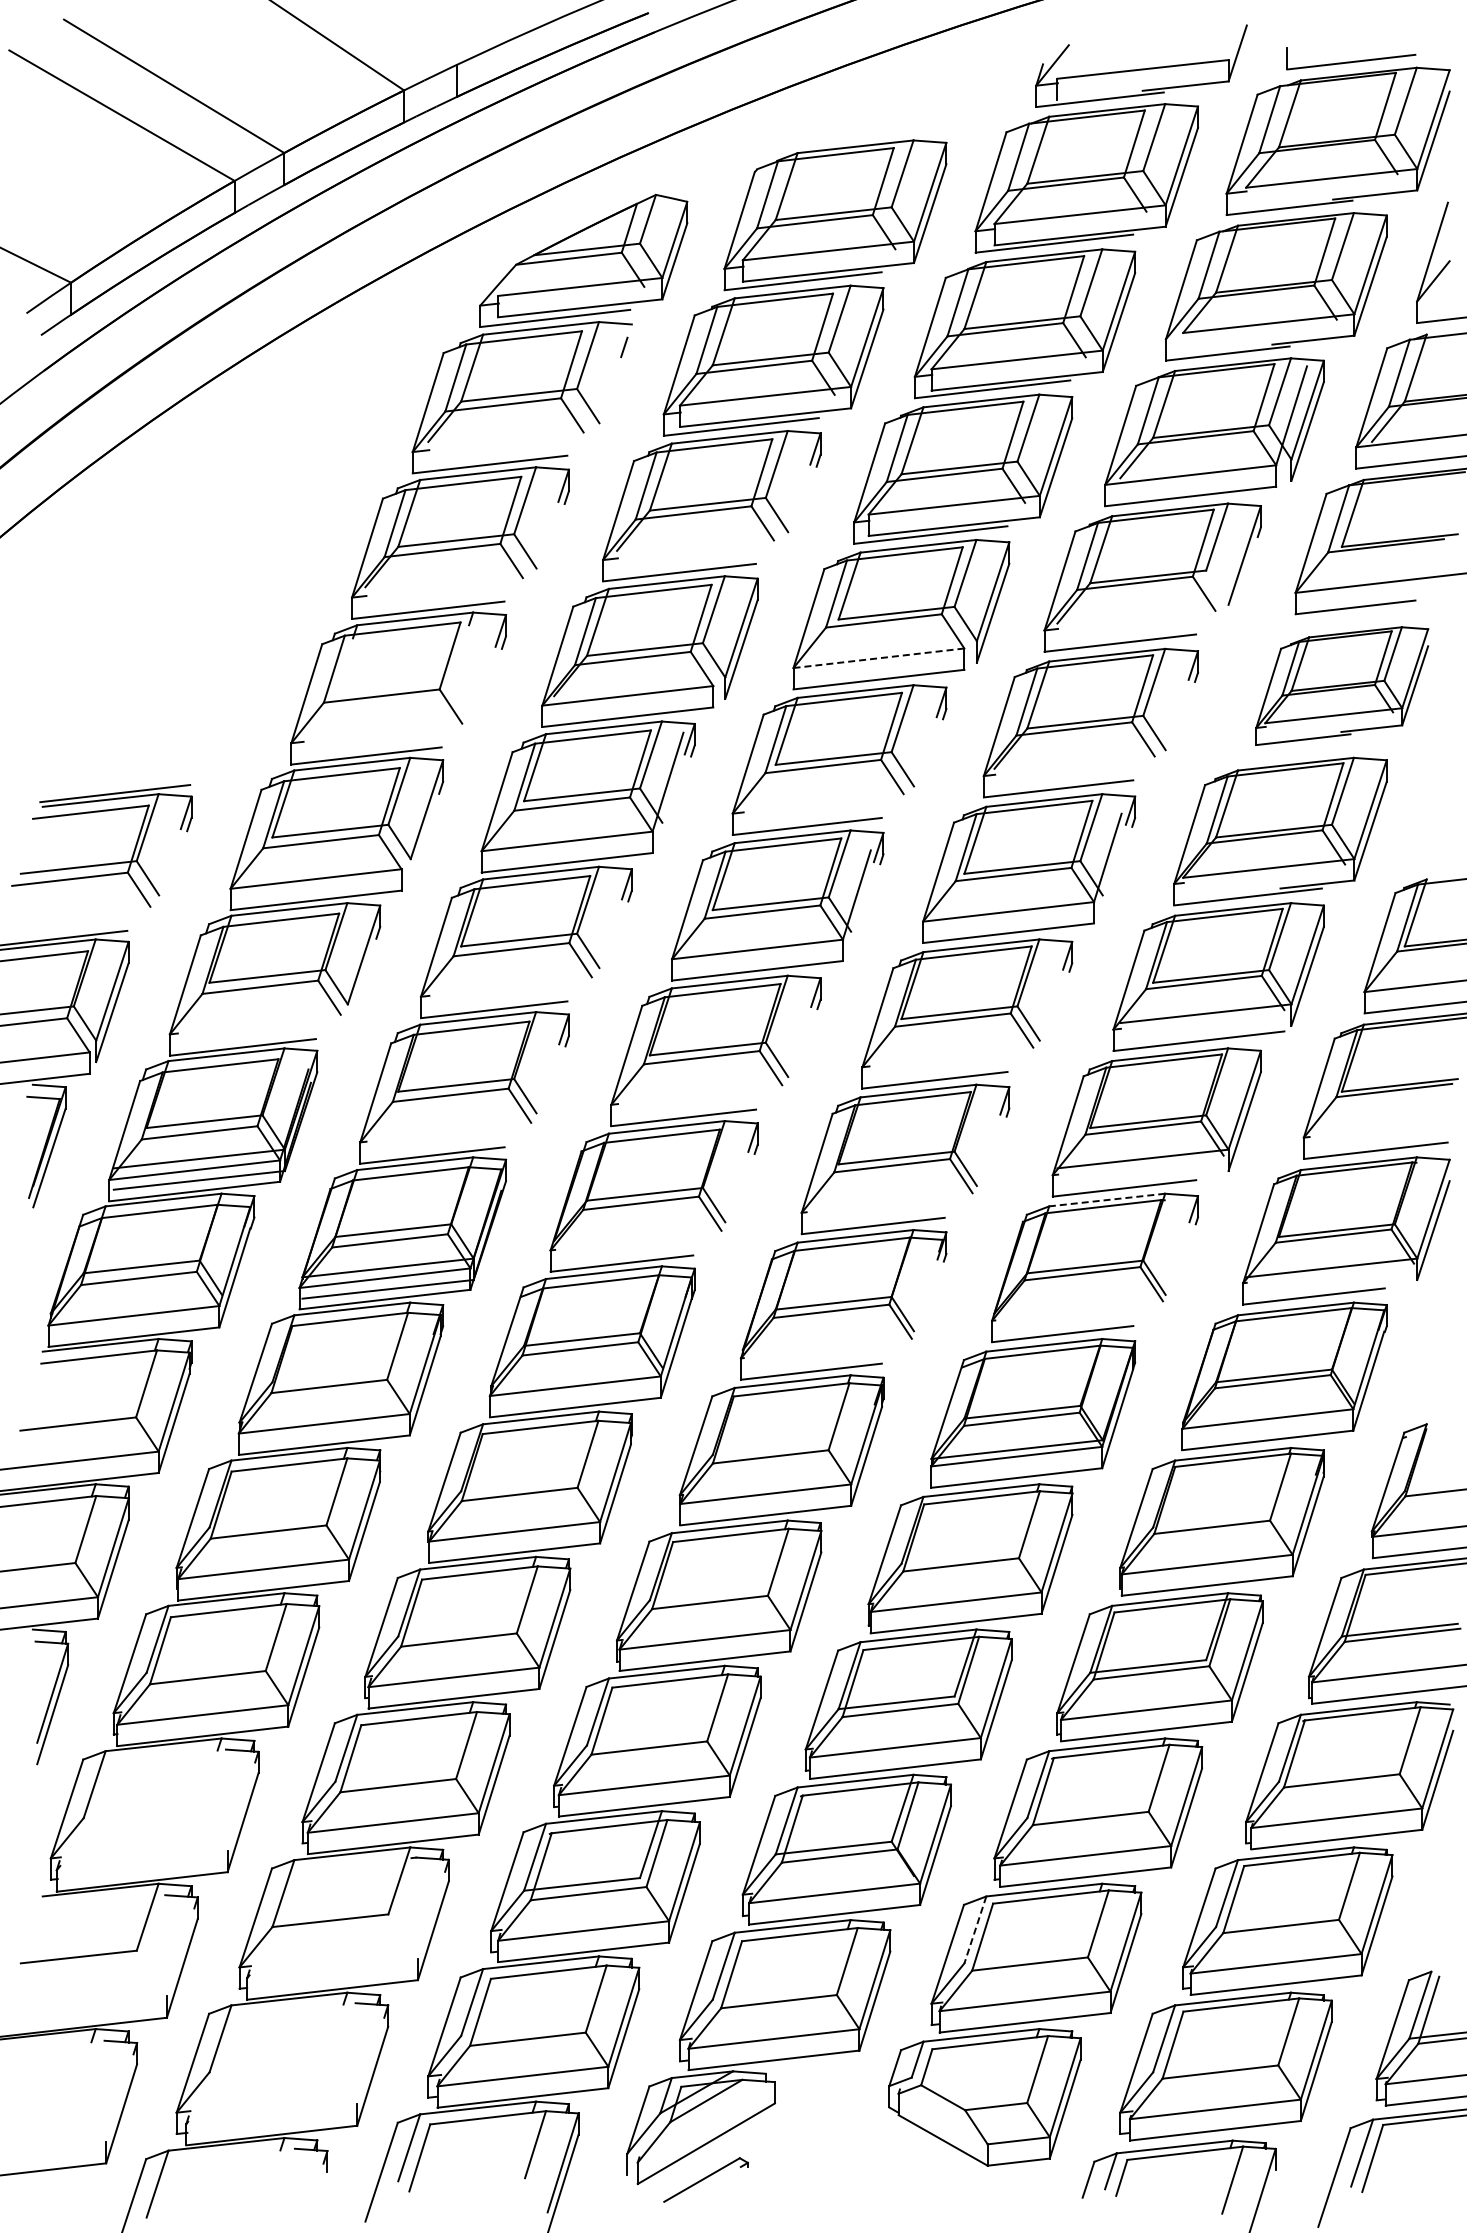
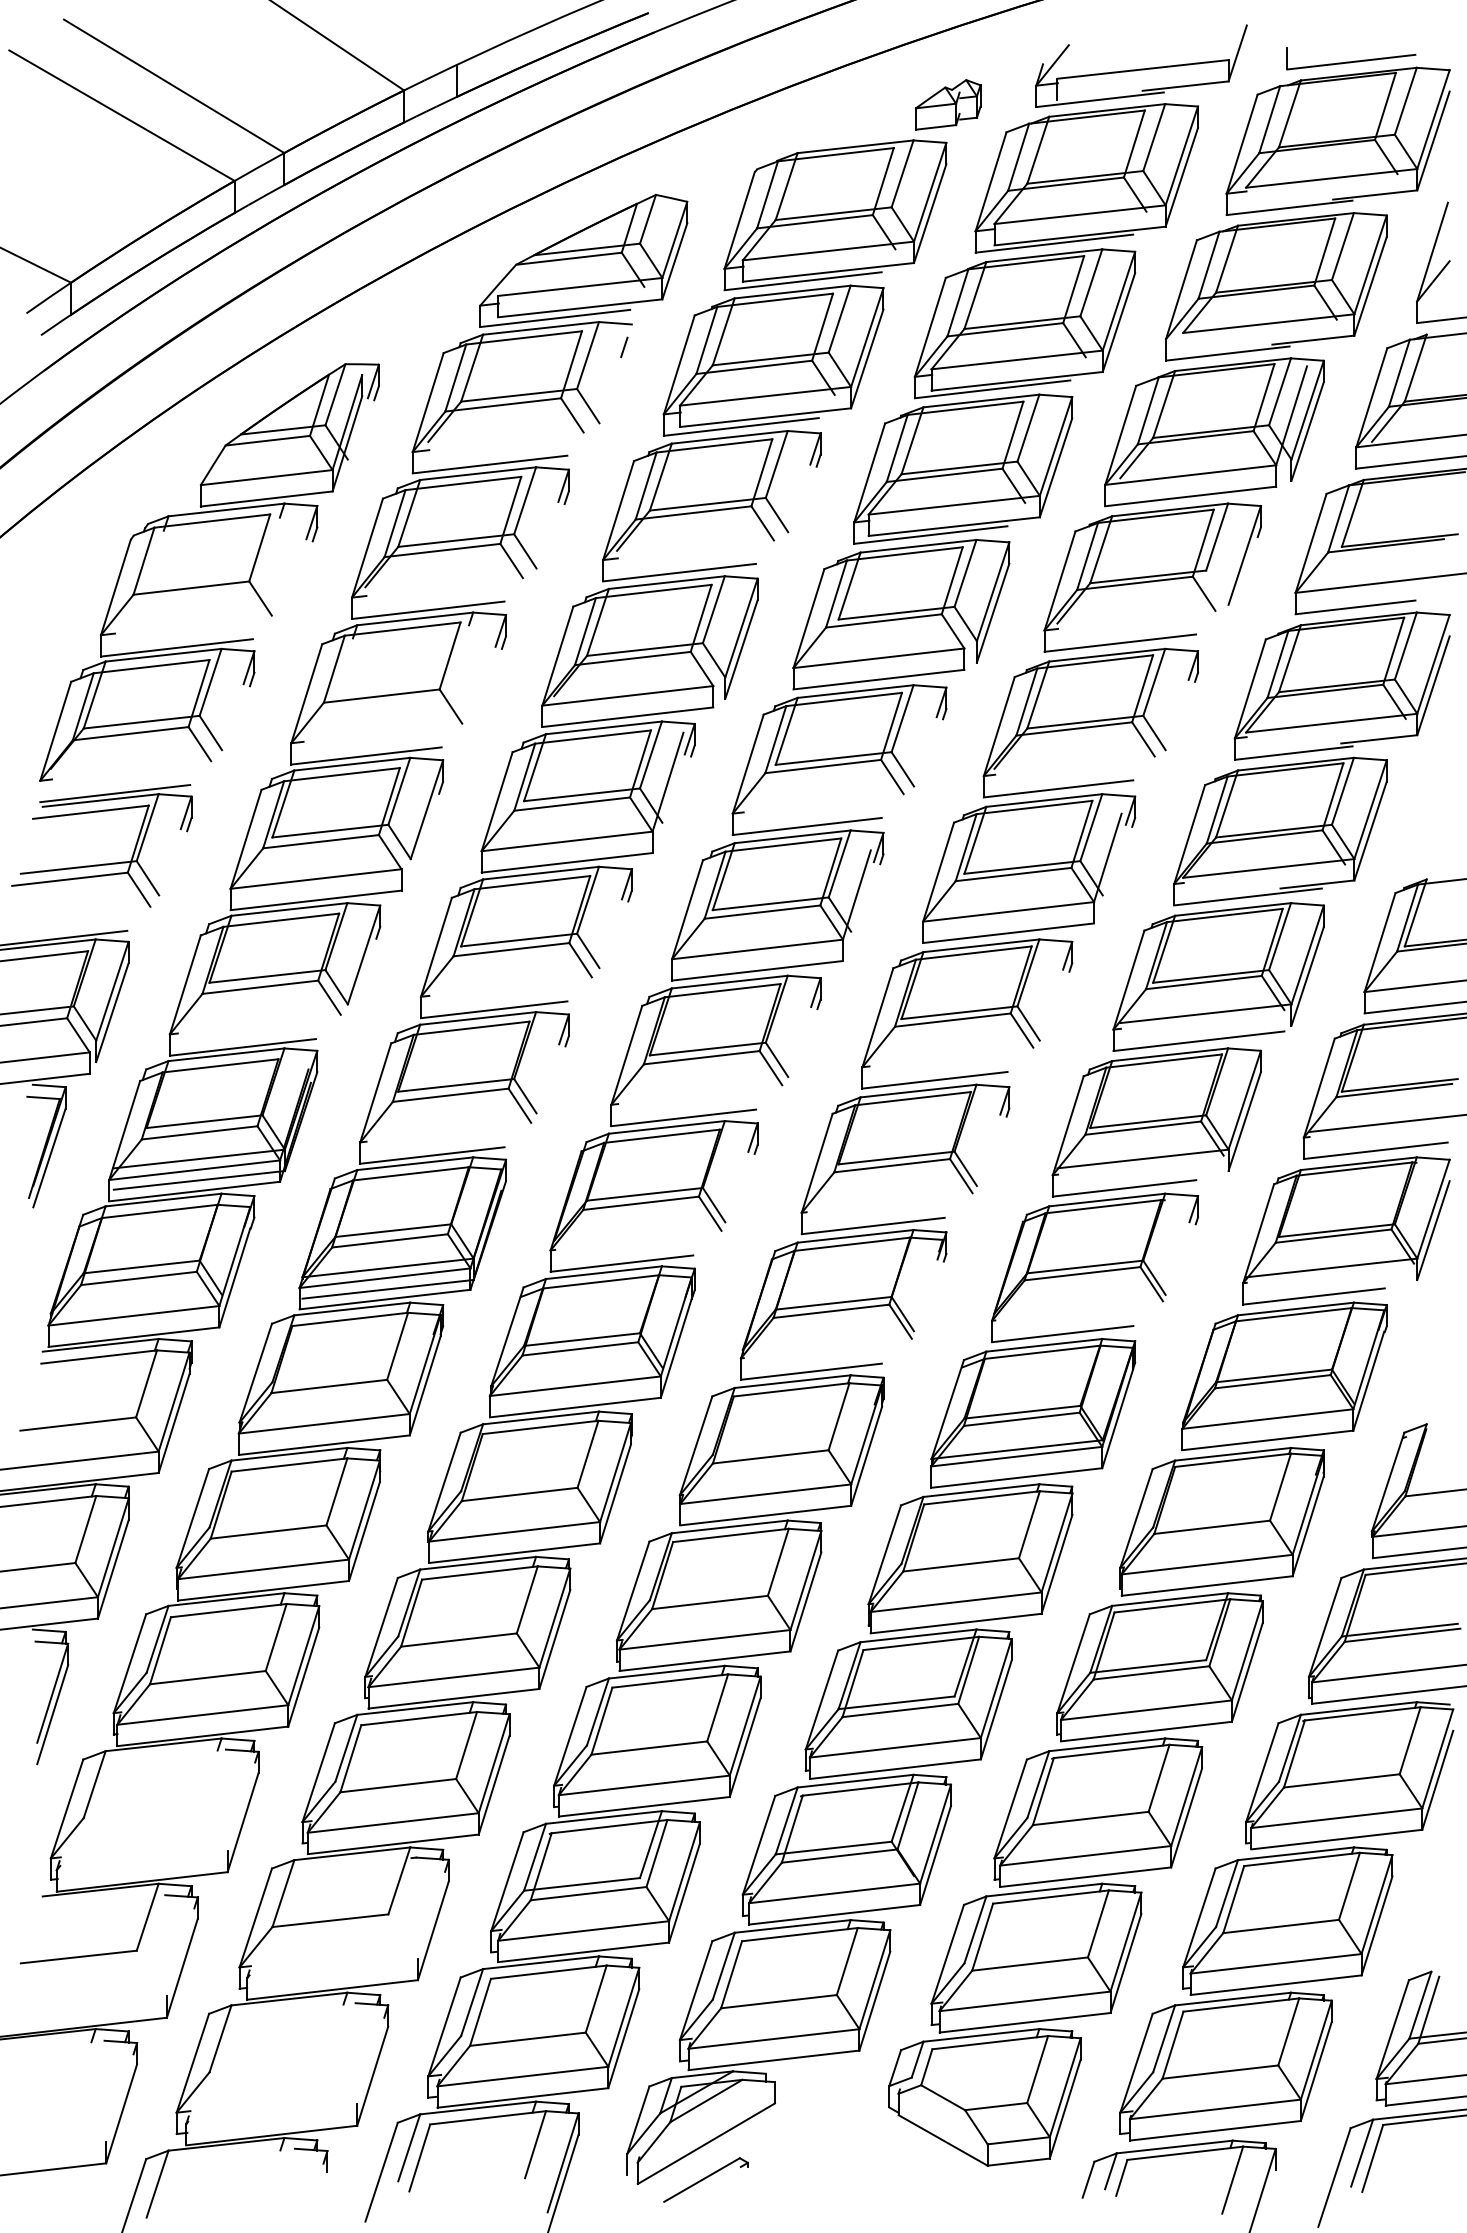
part at (948, 104): none -> present
part at (209, 572): none -> present
line at (878, 658): dashed -> solid
part at (1342, 685) size: 175x120 px -> 218x150 px
line at (1386, 1123): none -> present
line at (1106, 1200): dashed -> solid
line at (975, 1930): dashed -> solid
